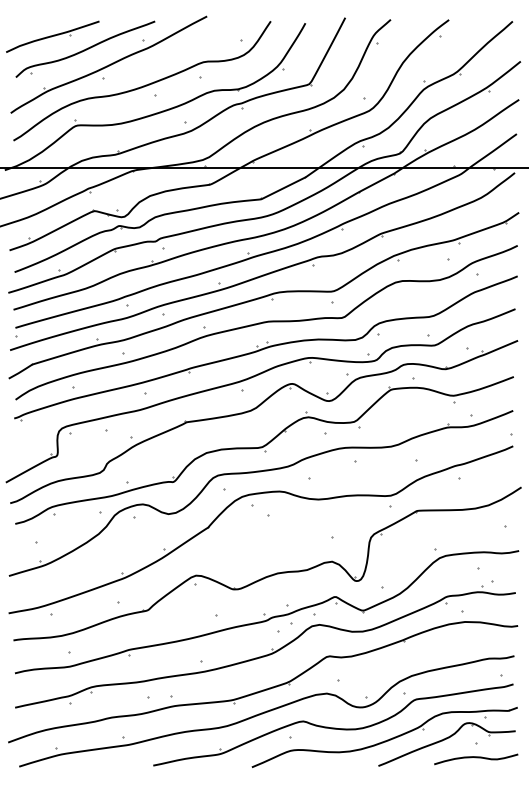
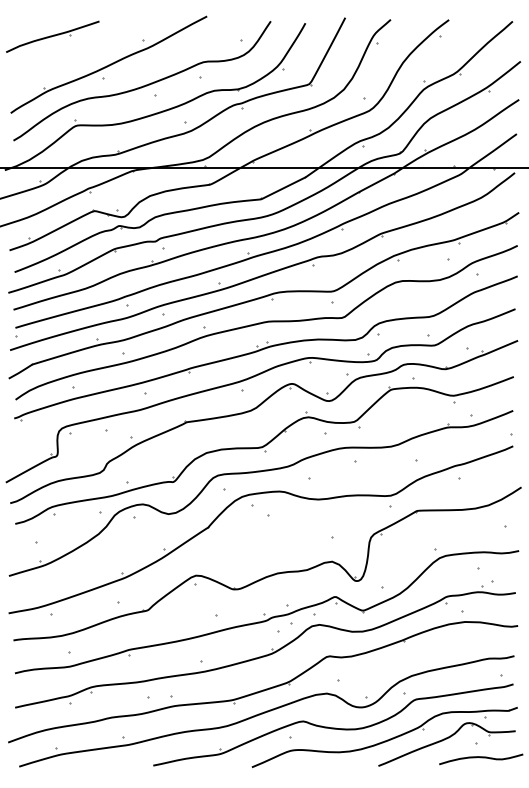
part at (85, 48): present -> none
curve at (476, 758) position: (476, 758) -> (481, 758)
